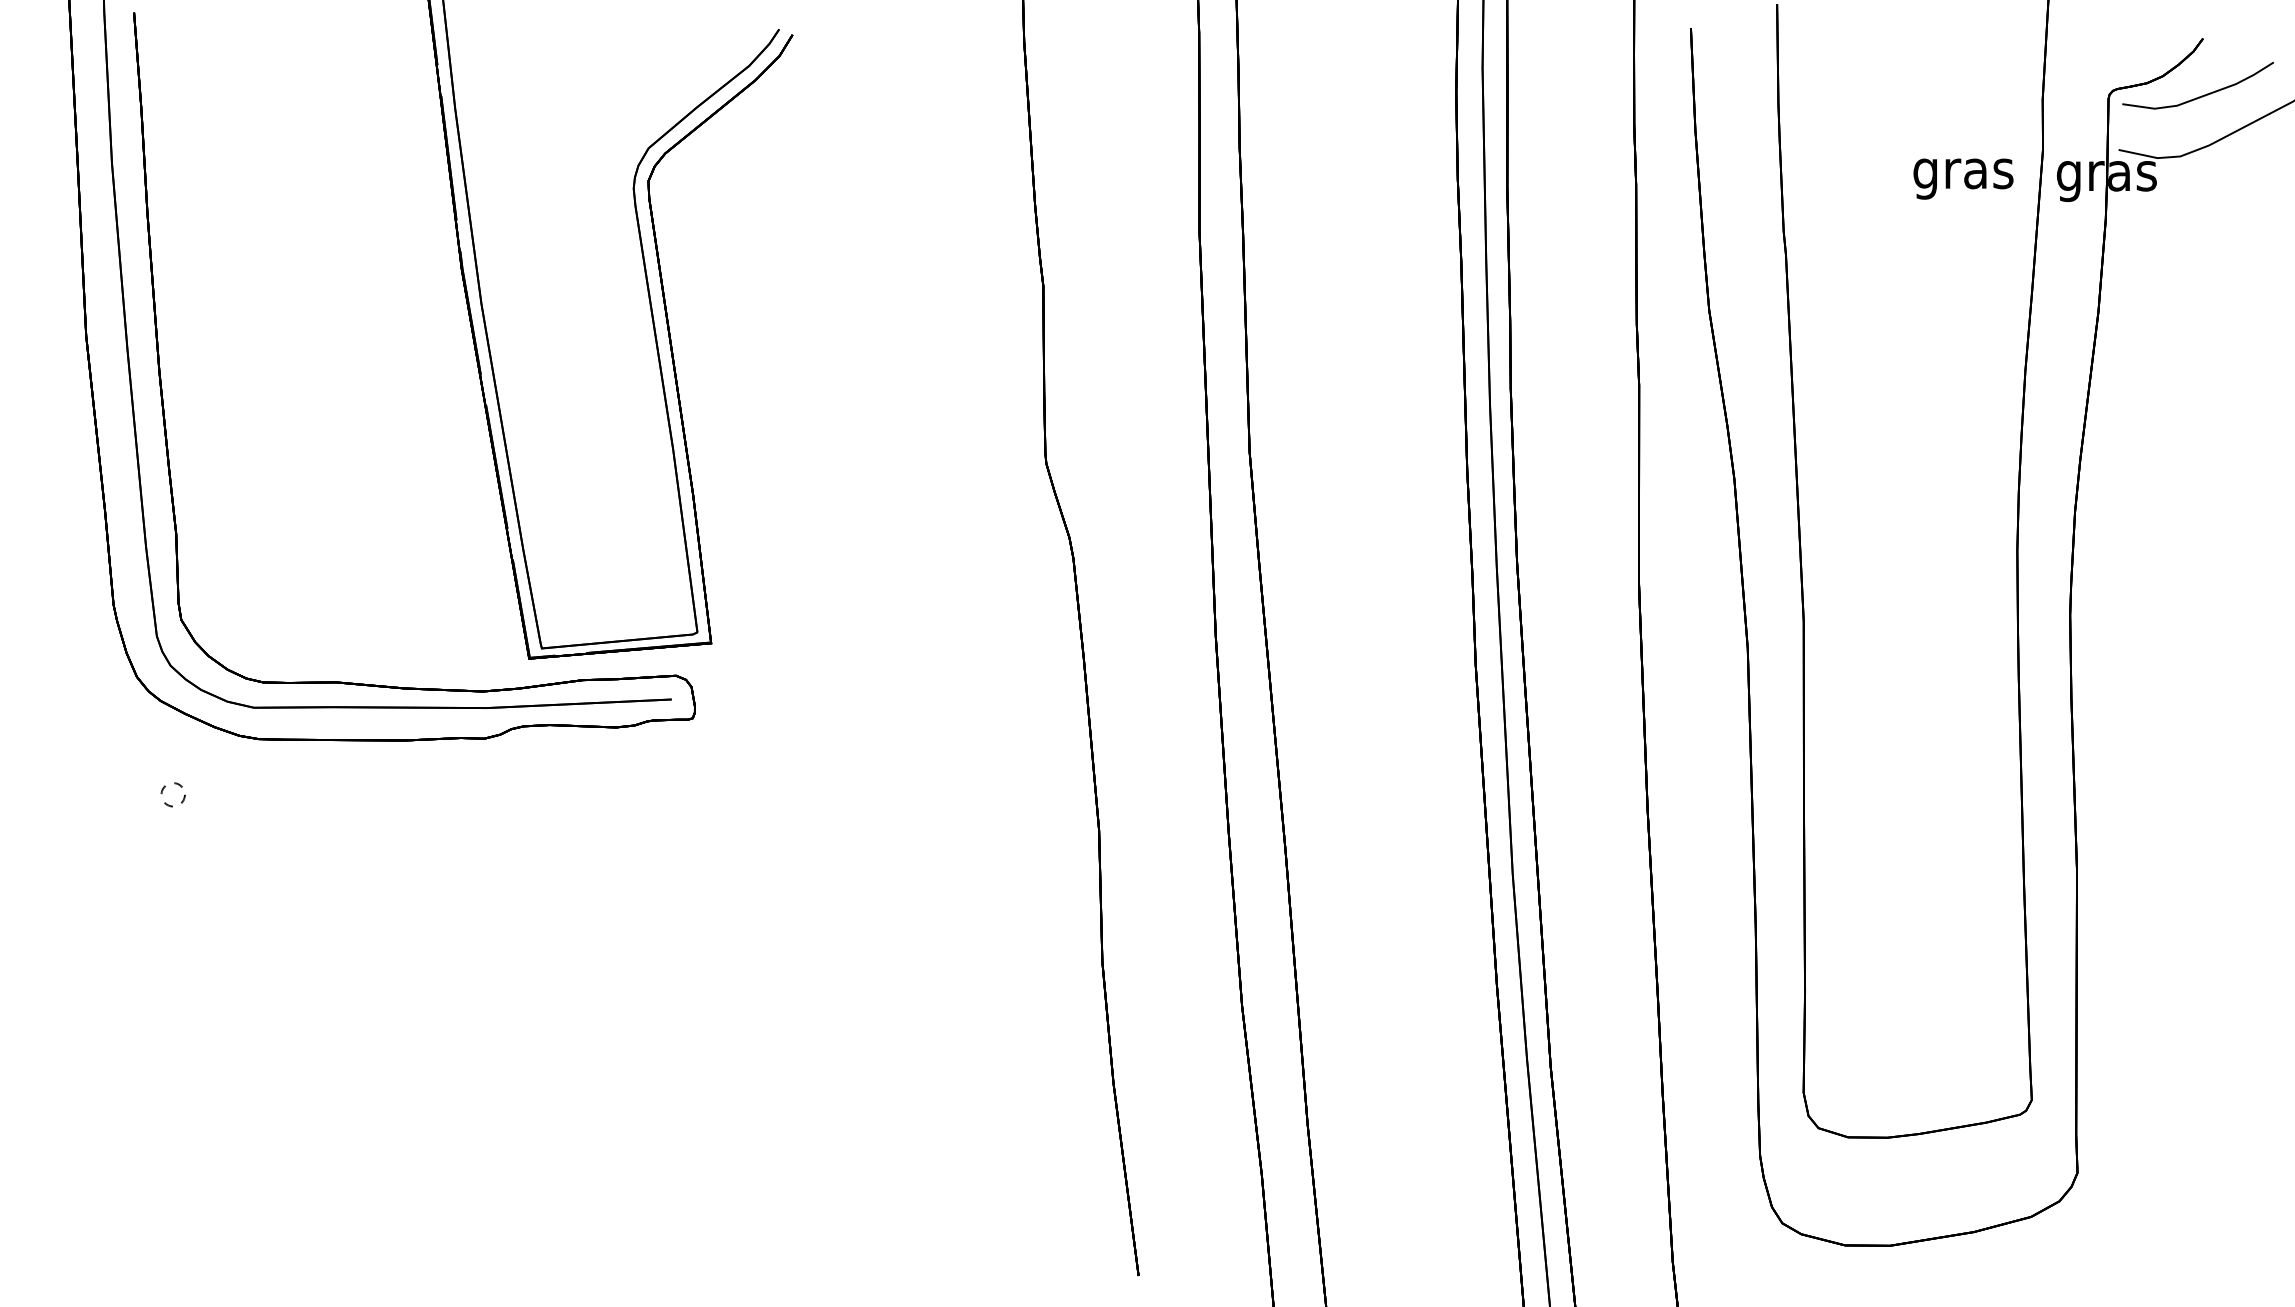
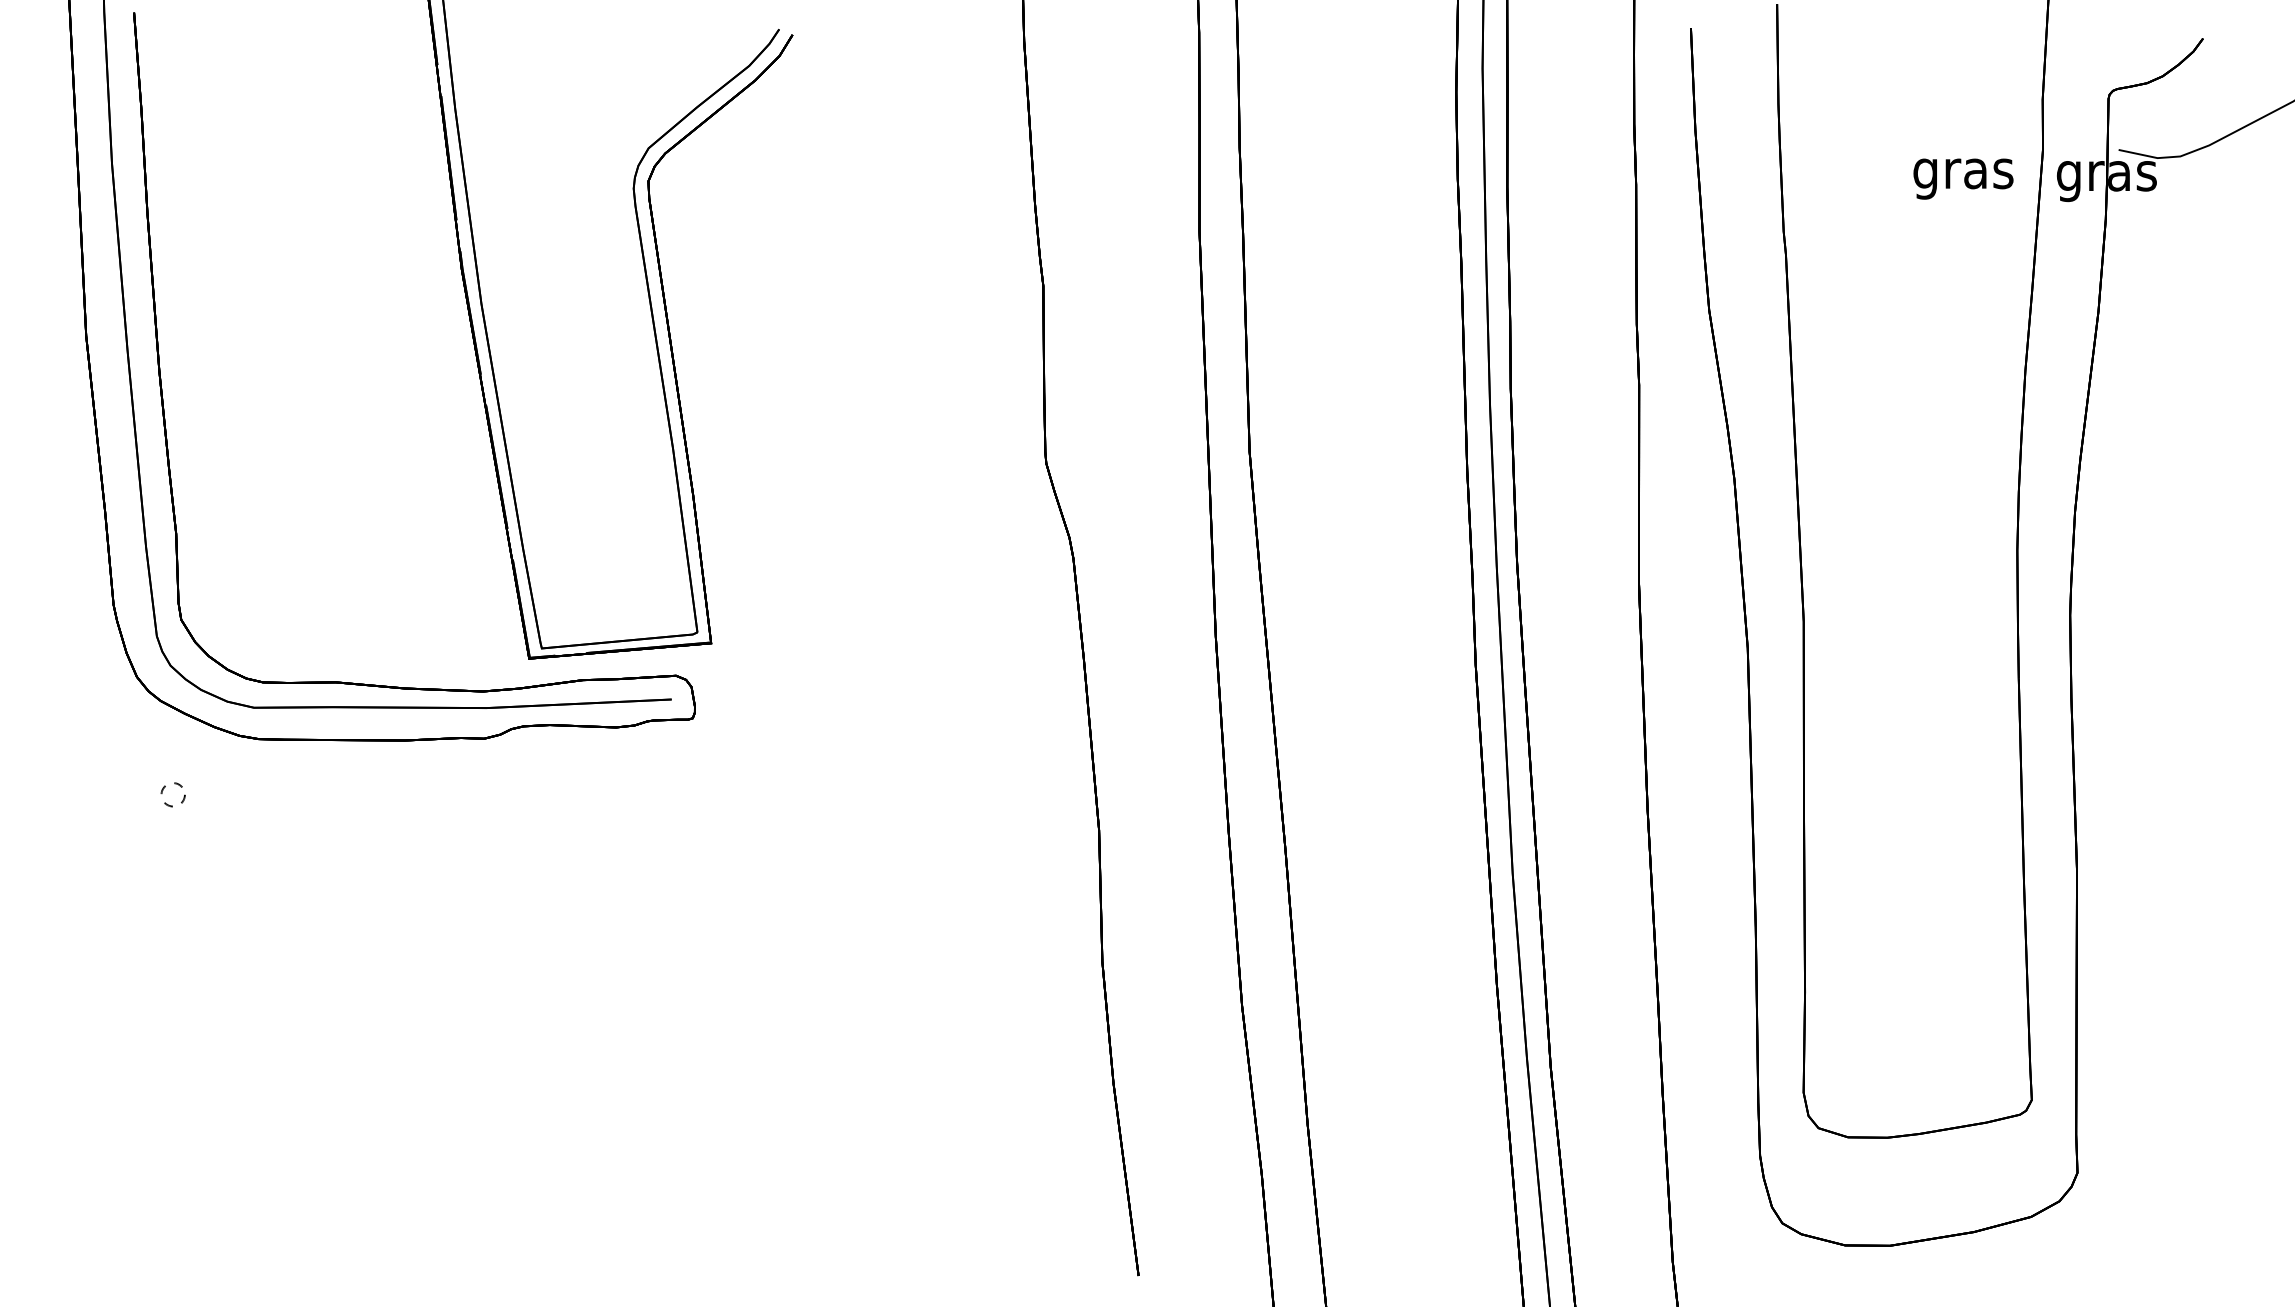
curve at (2201, 95): present -> none
